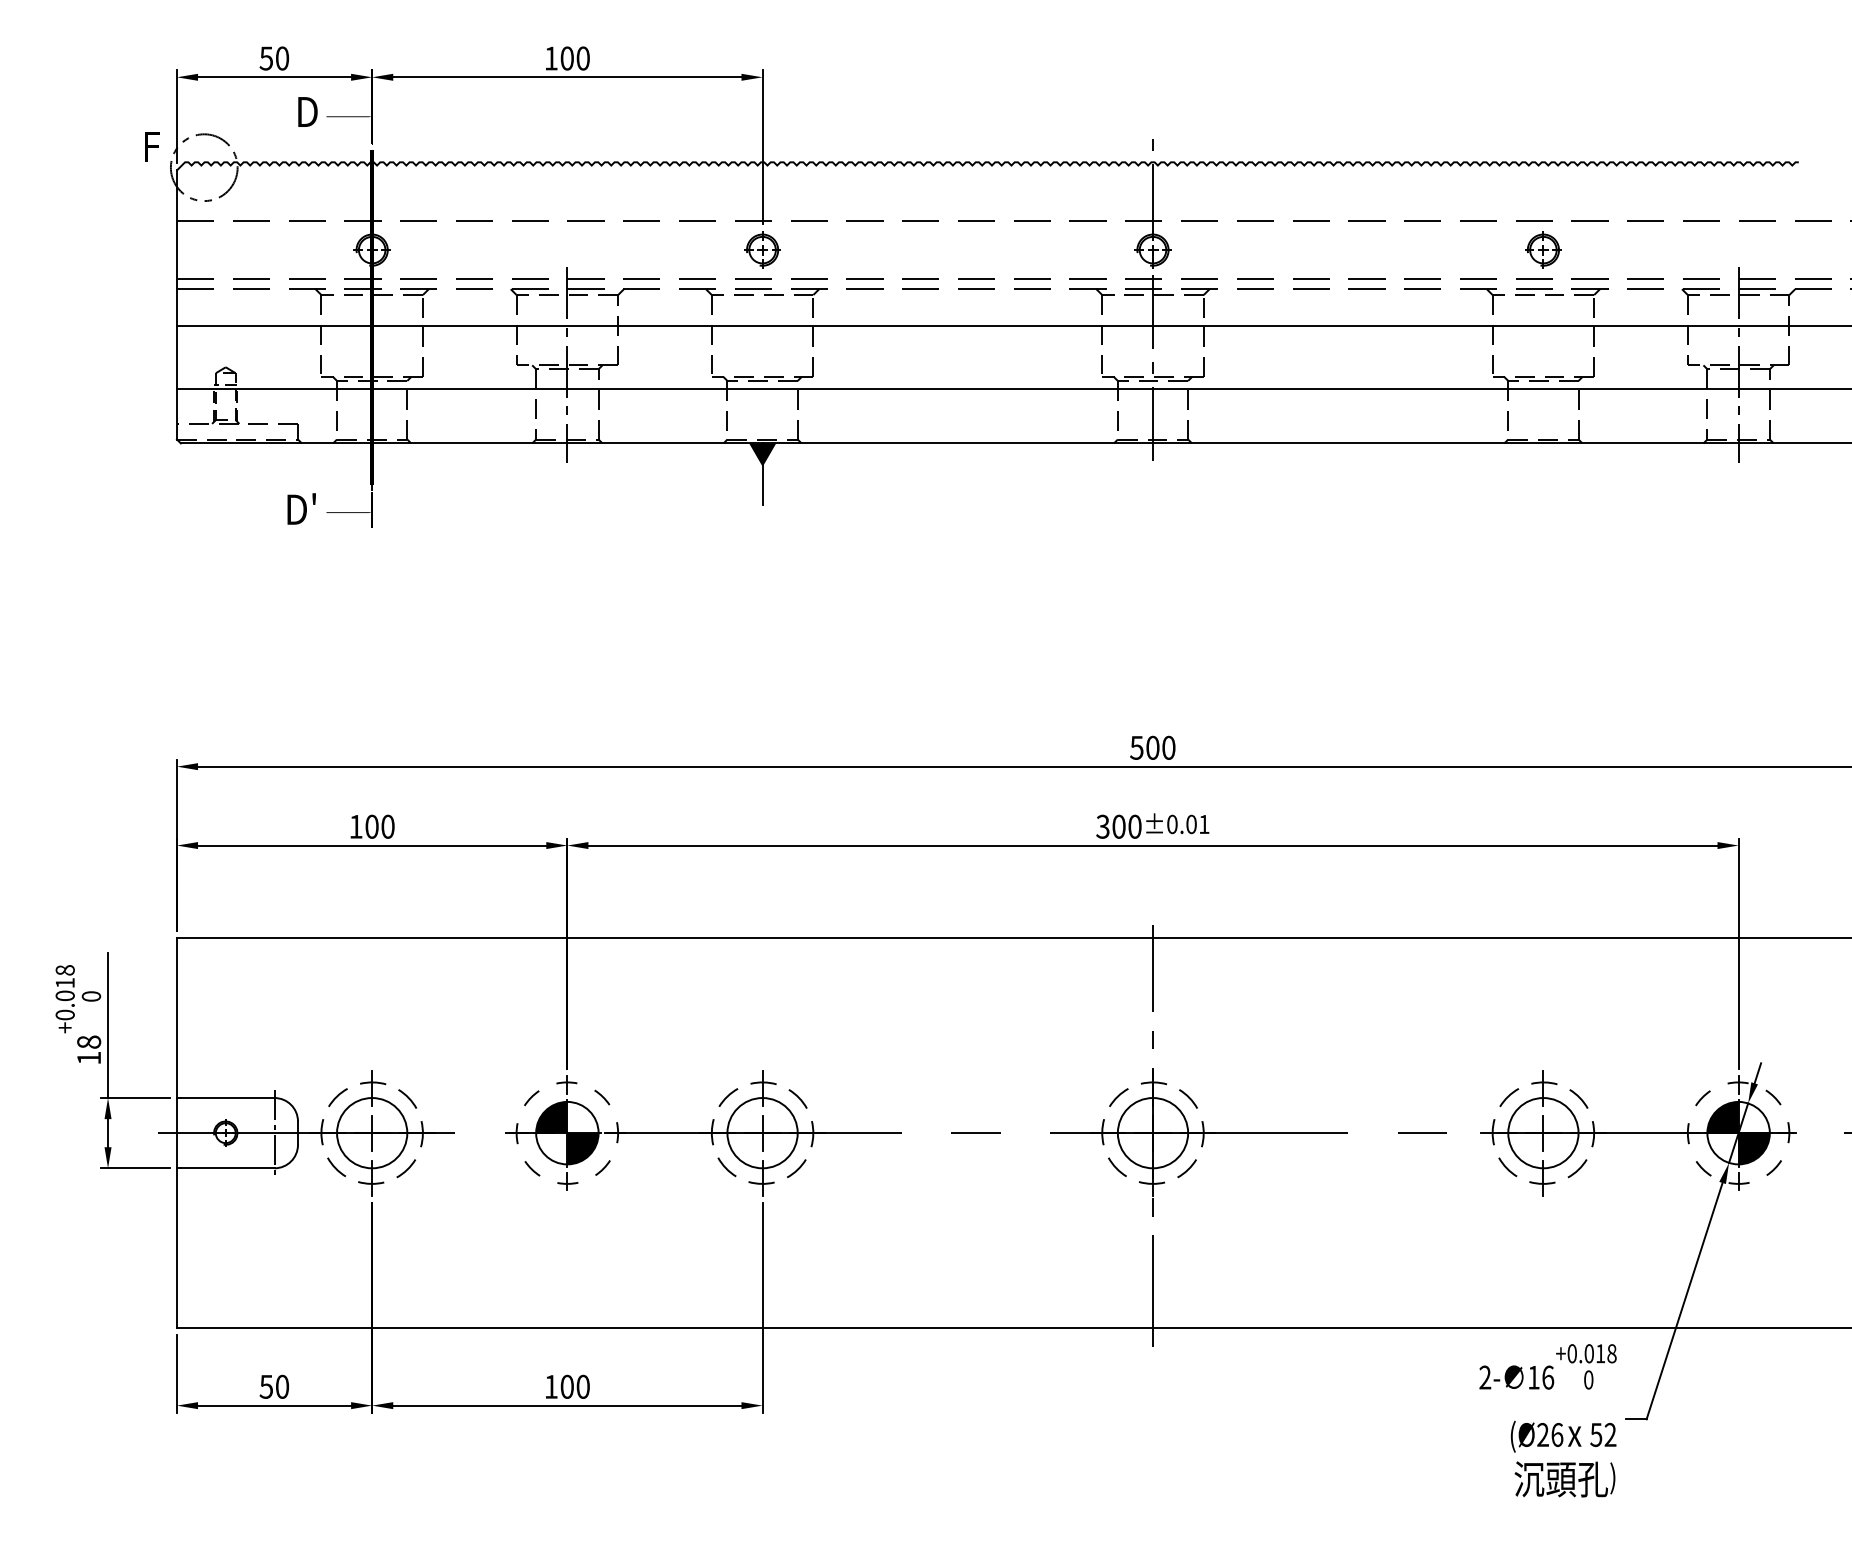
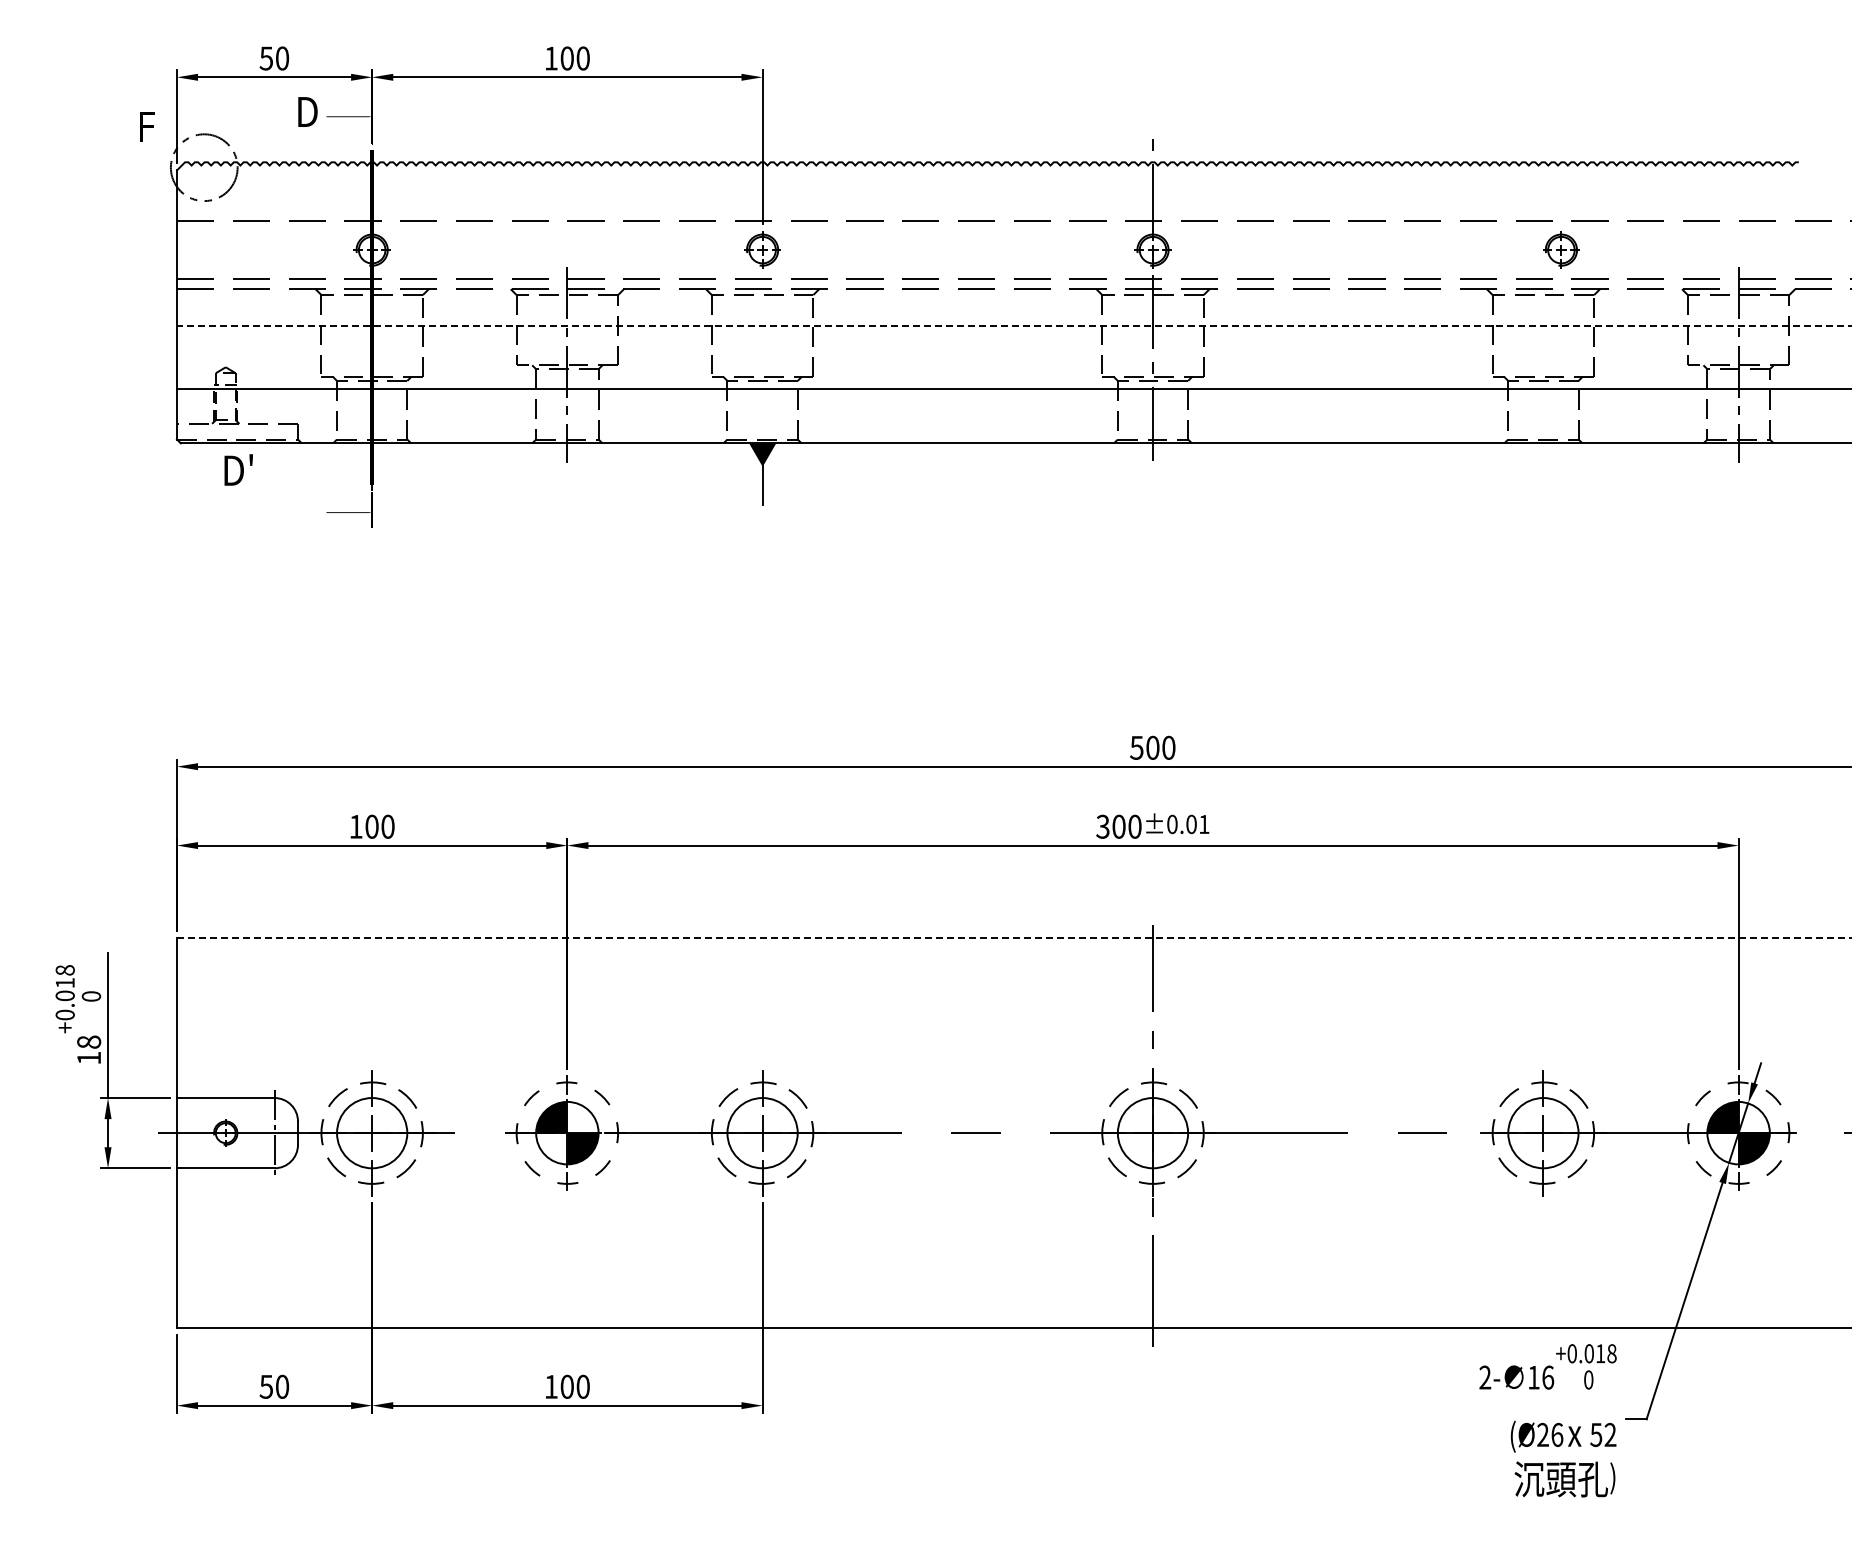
text at (152, 146) position: (152, 146) -> (147, 126)
part at (1543, 249) position: (1543, 249) -> (1561, 249)
line at (1013, 326): solid -> dashed
text at (301, 508) position: (301, 508) -> (238, 469)
line at (1014, 937): solid -> dashed
